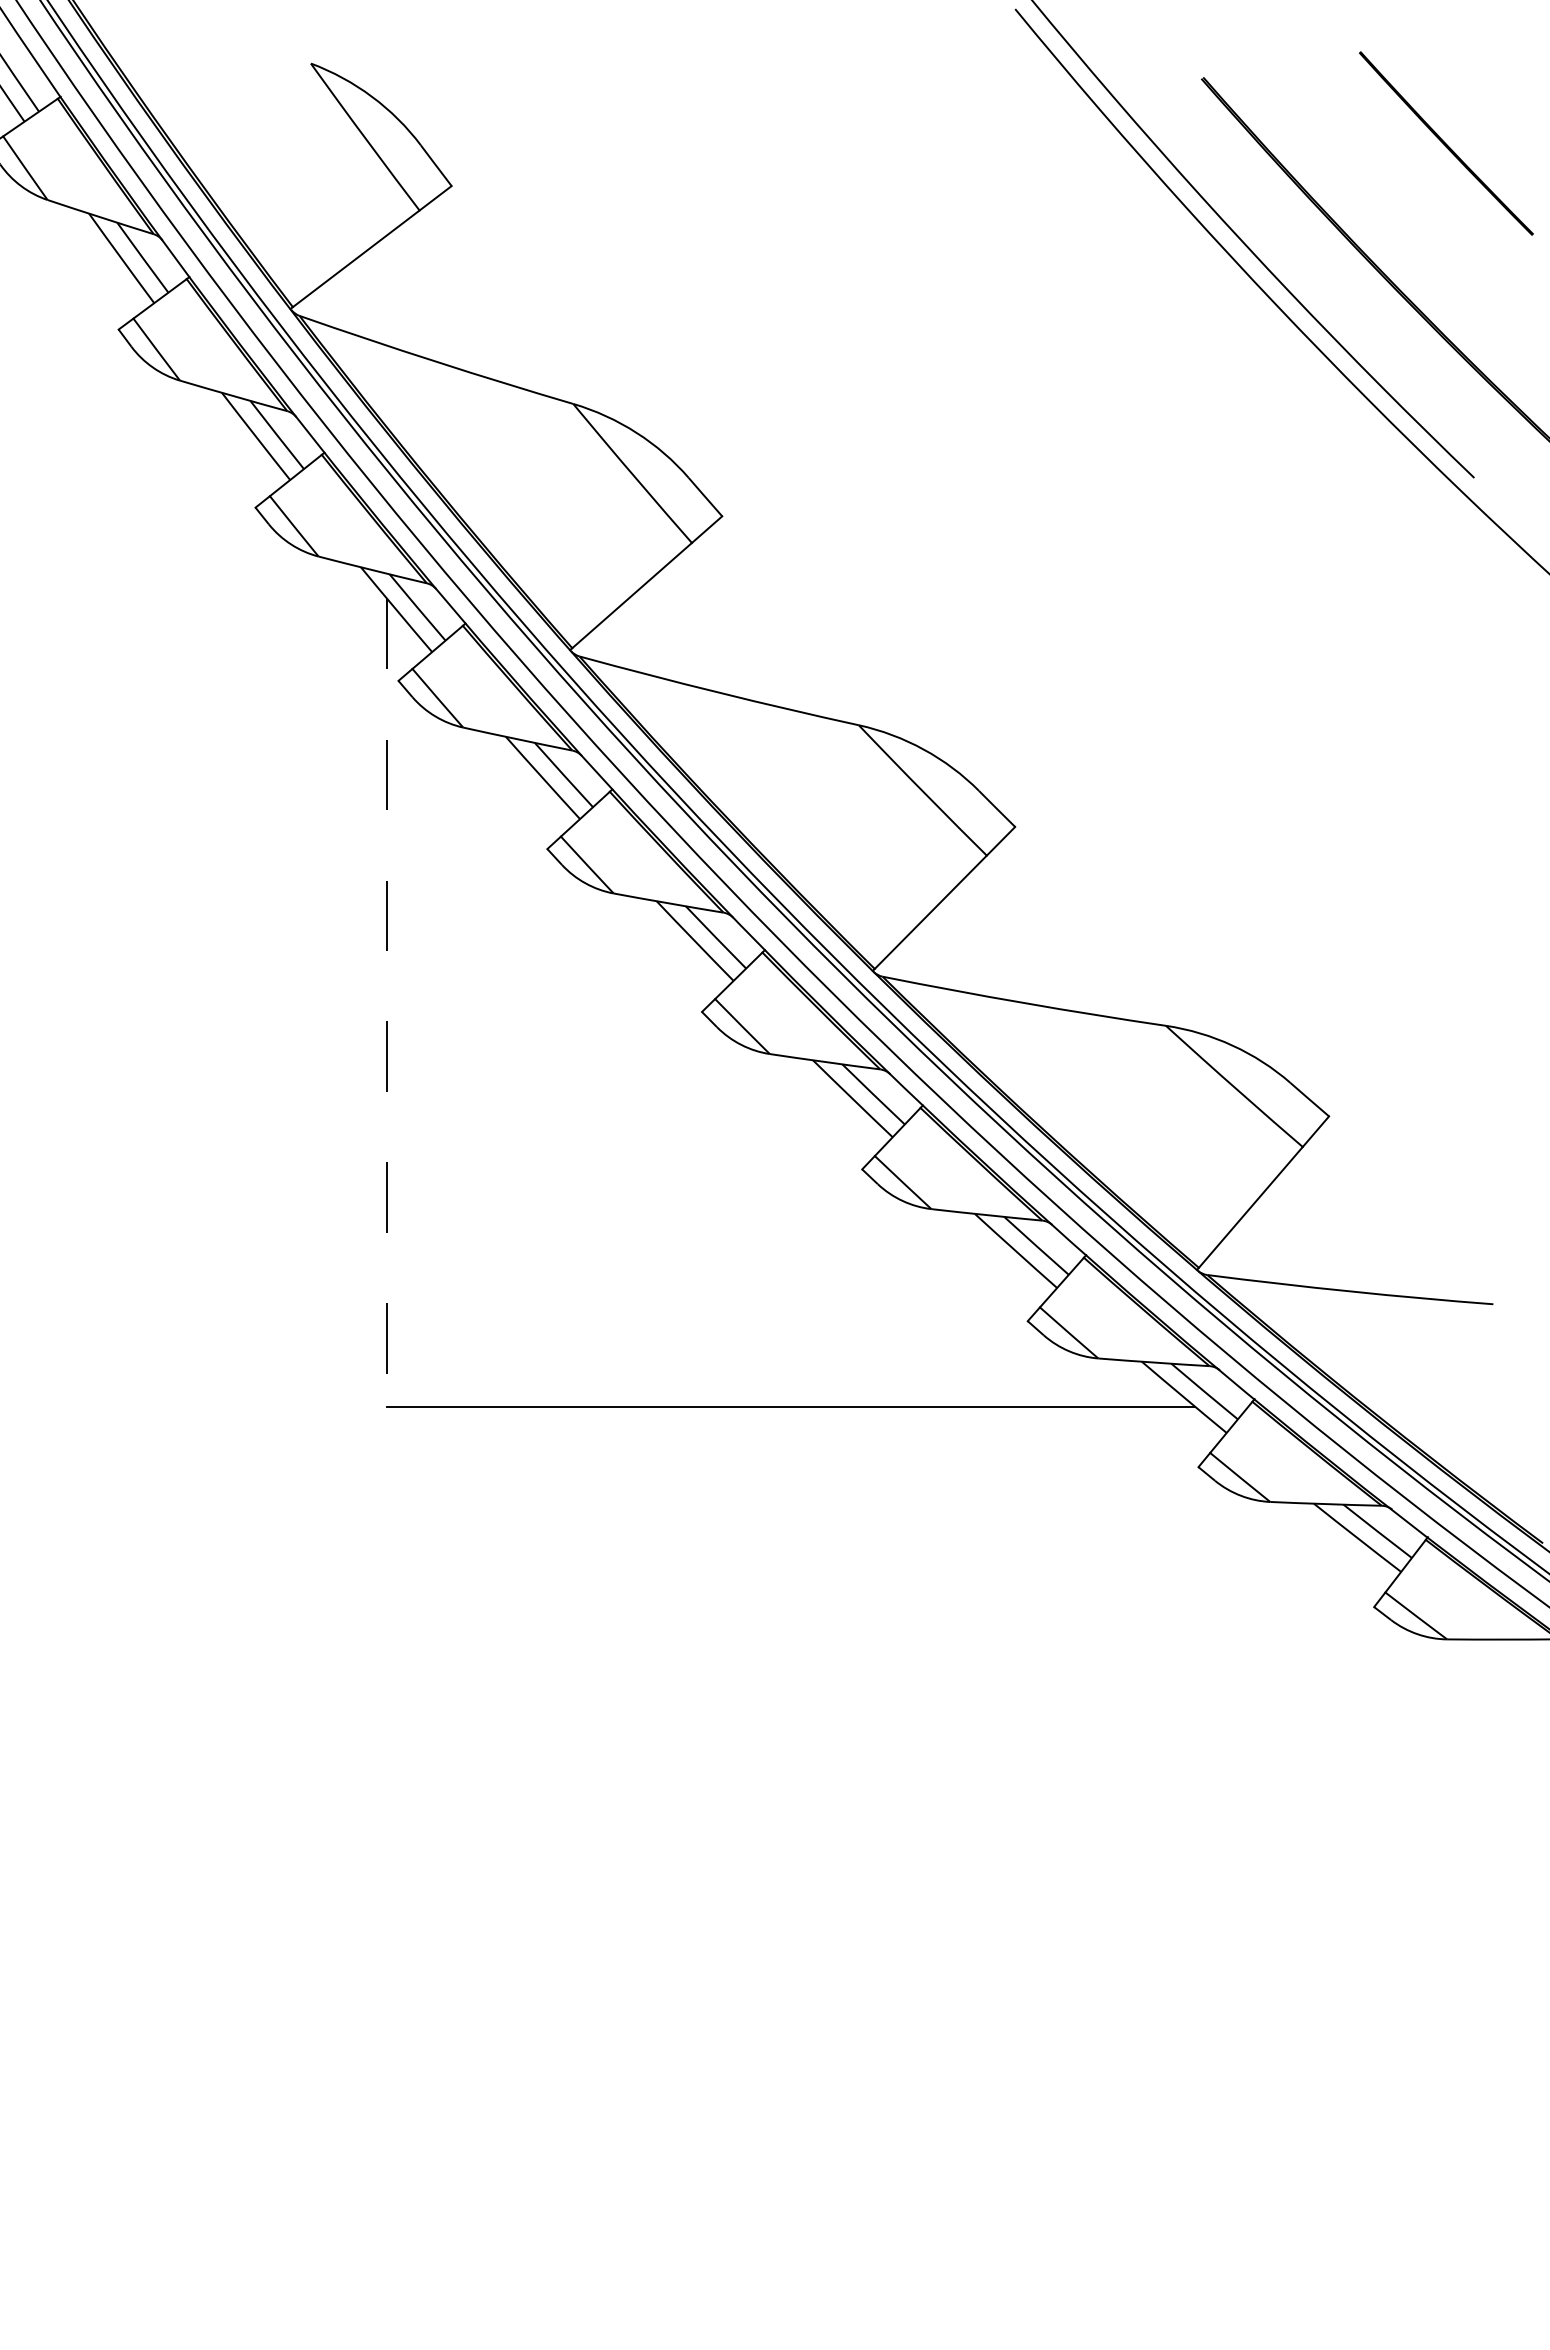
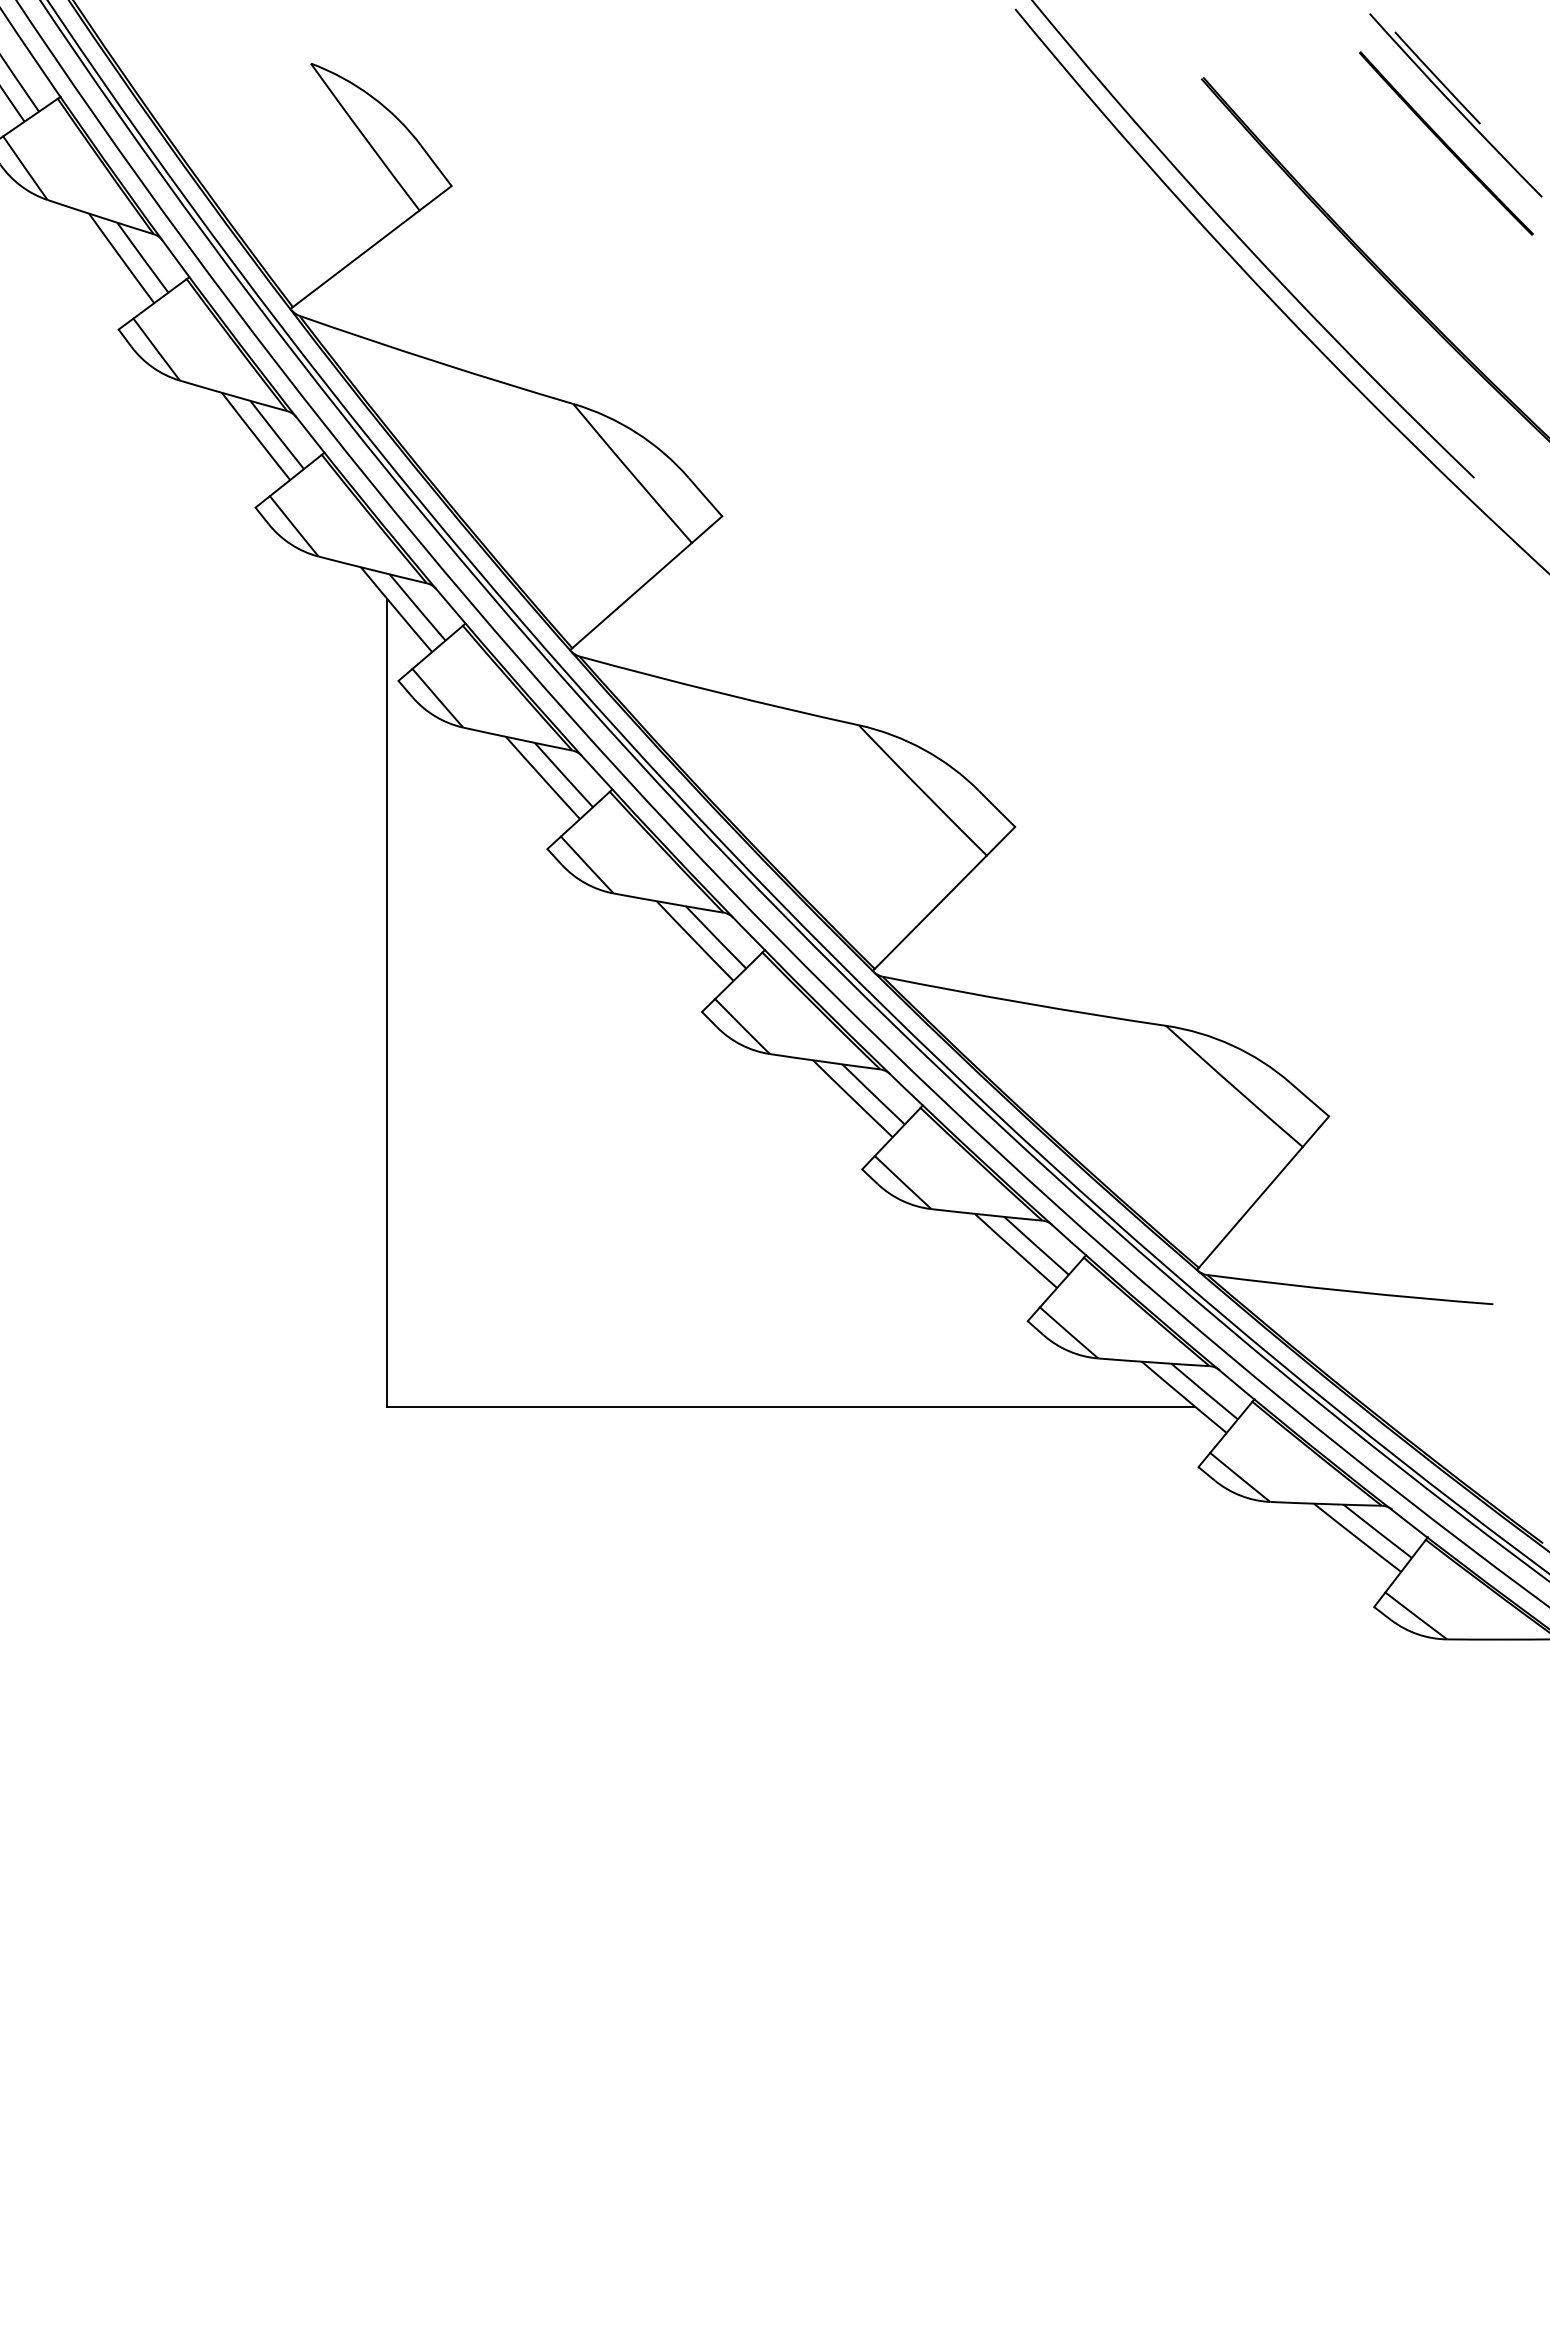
part at (1455, 105): none -> present
line at (387, 1002): dashed -> solid
